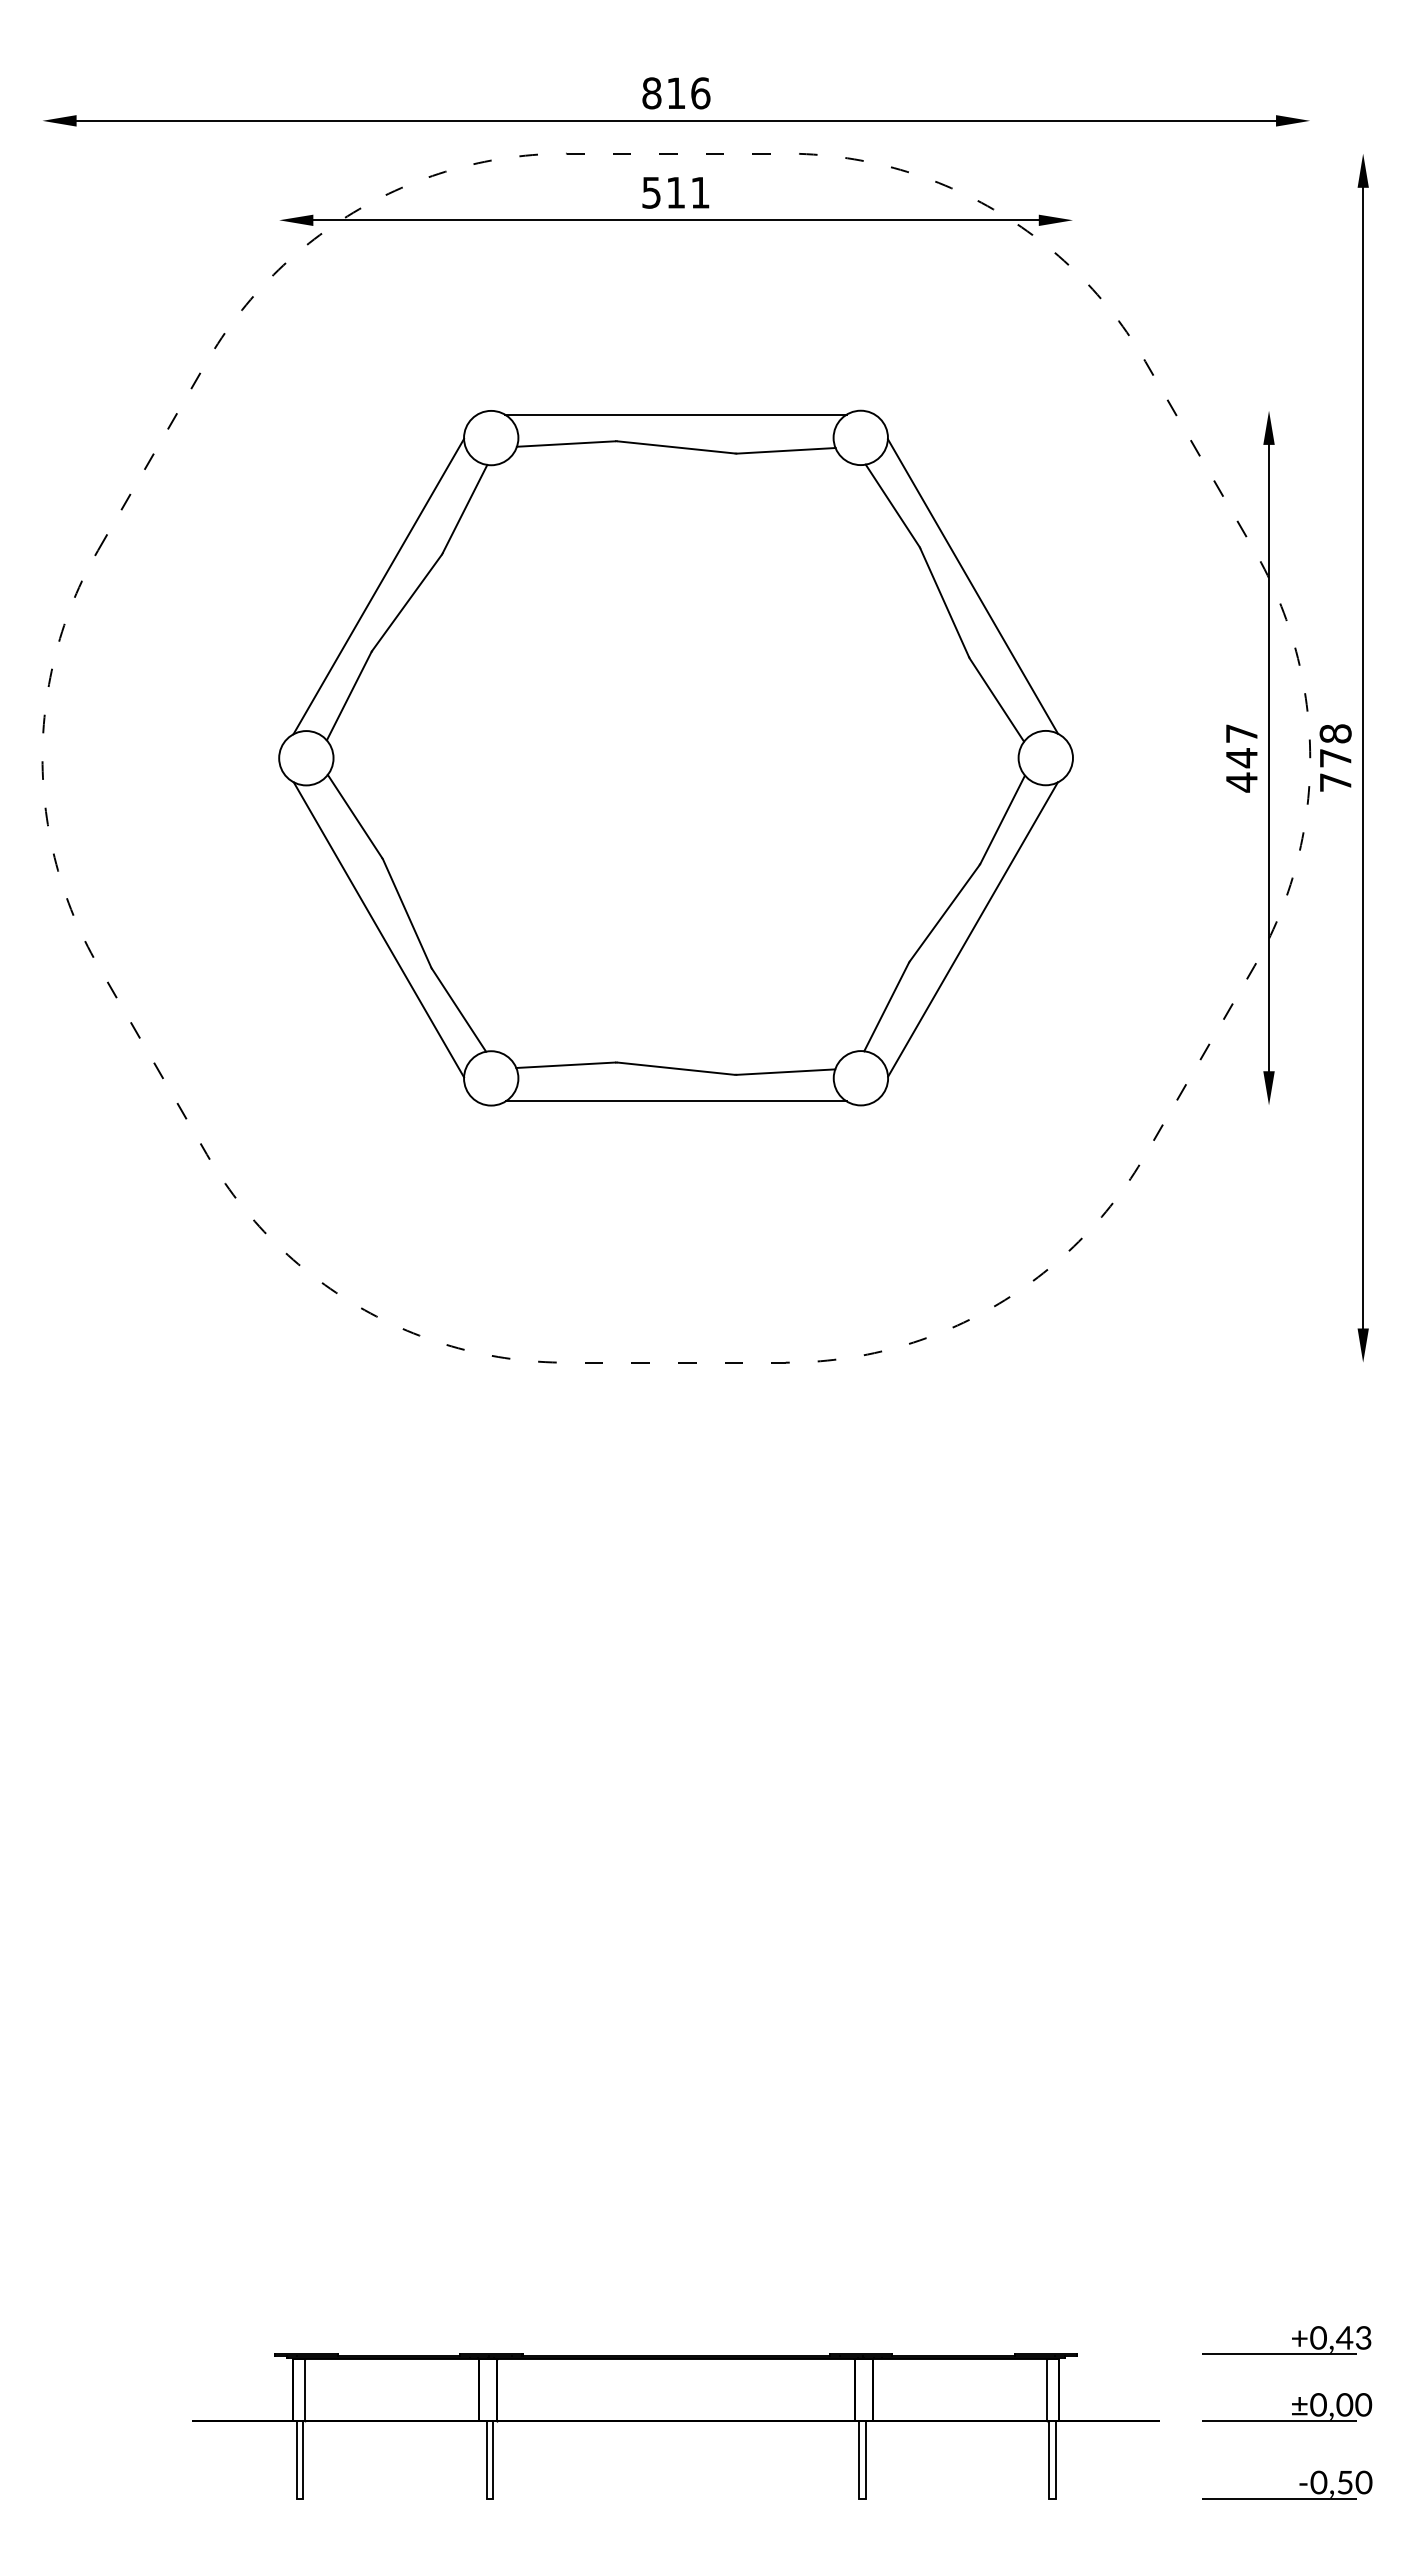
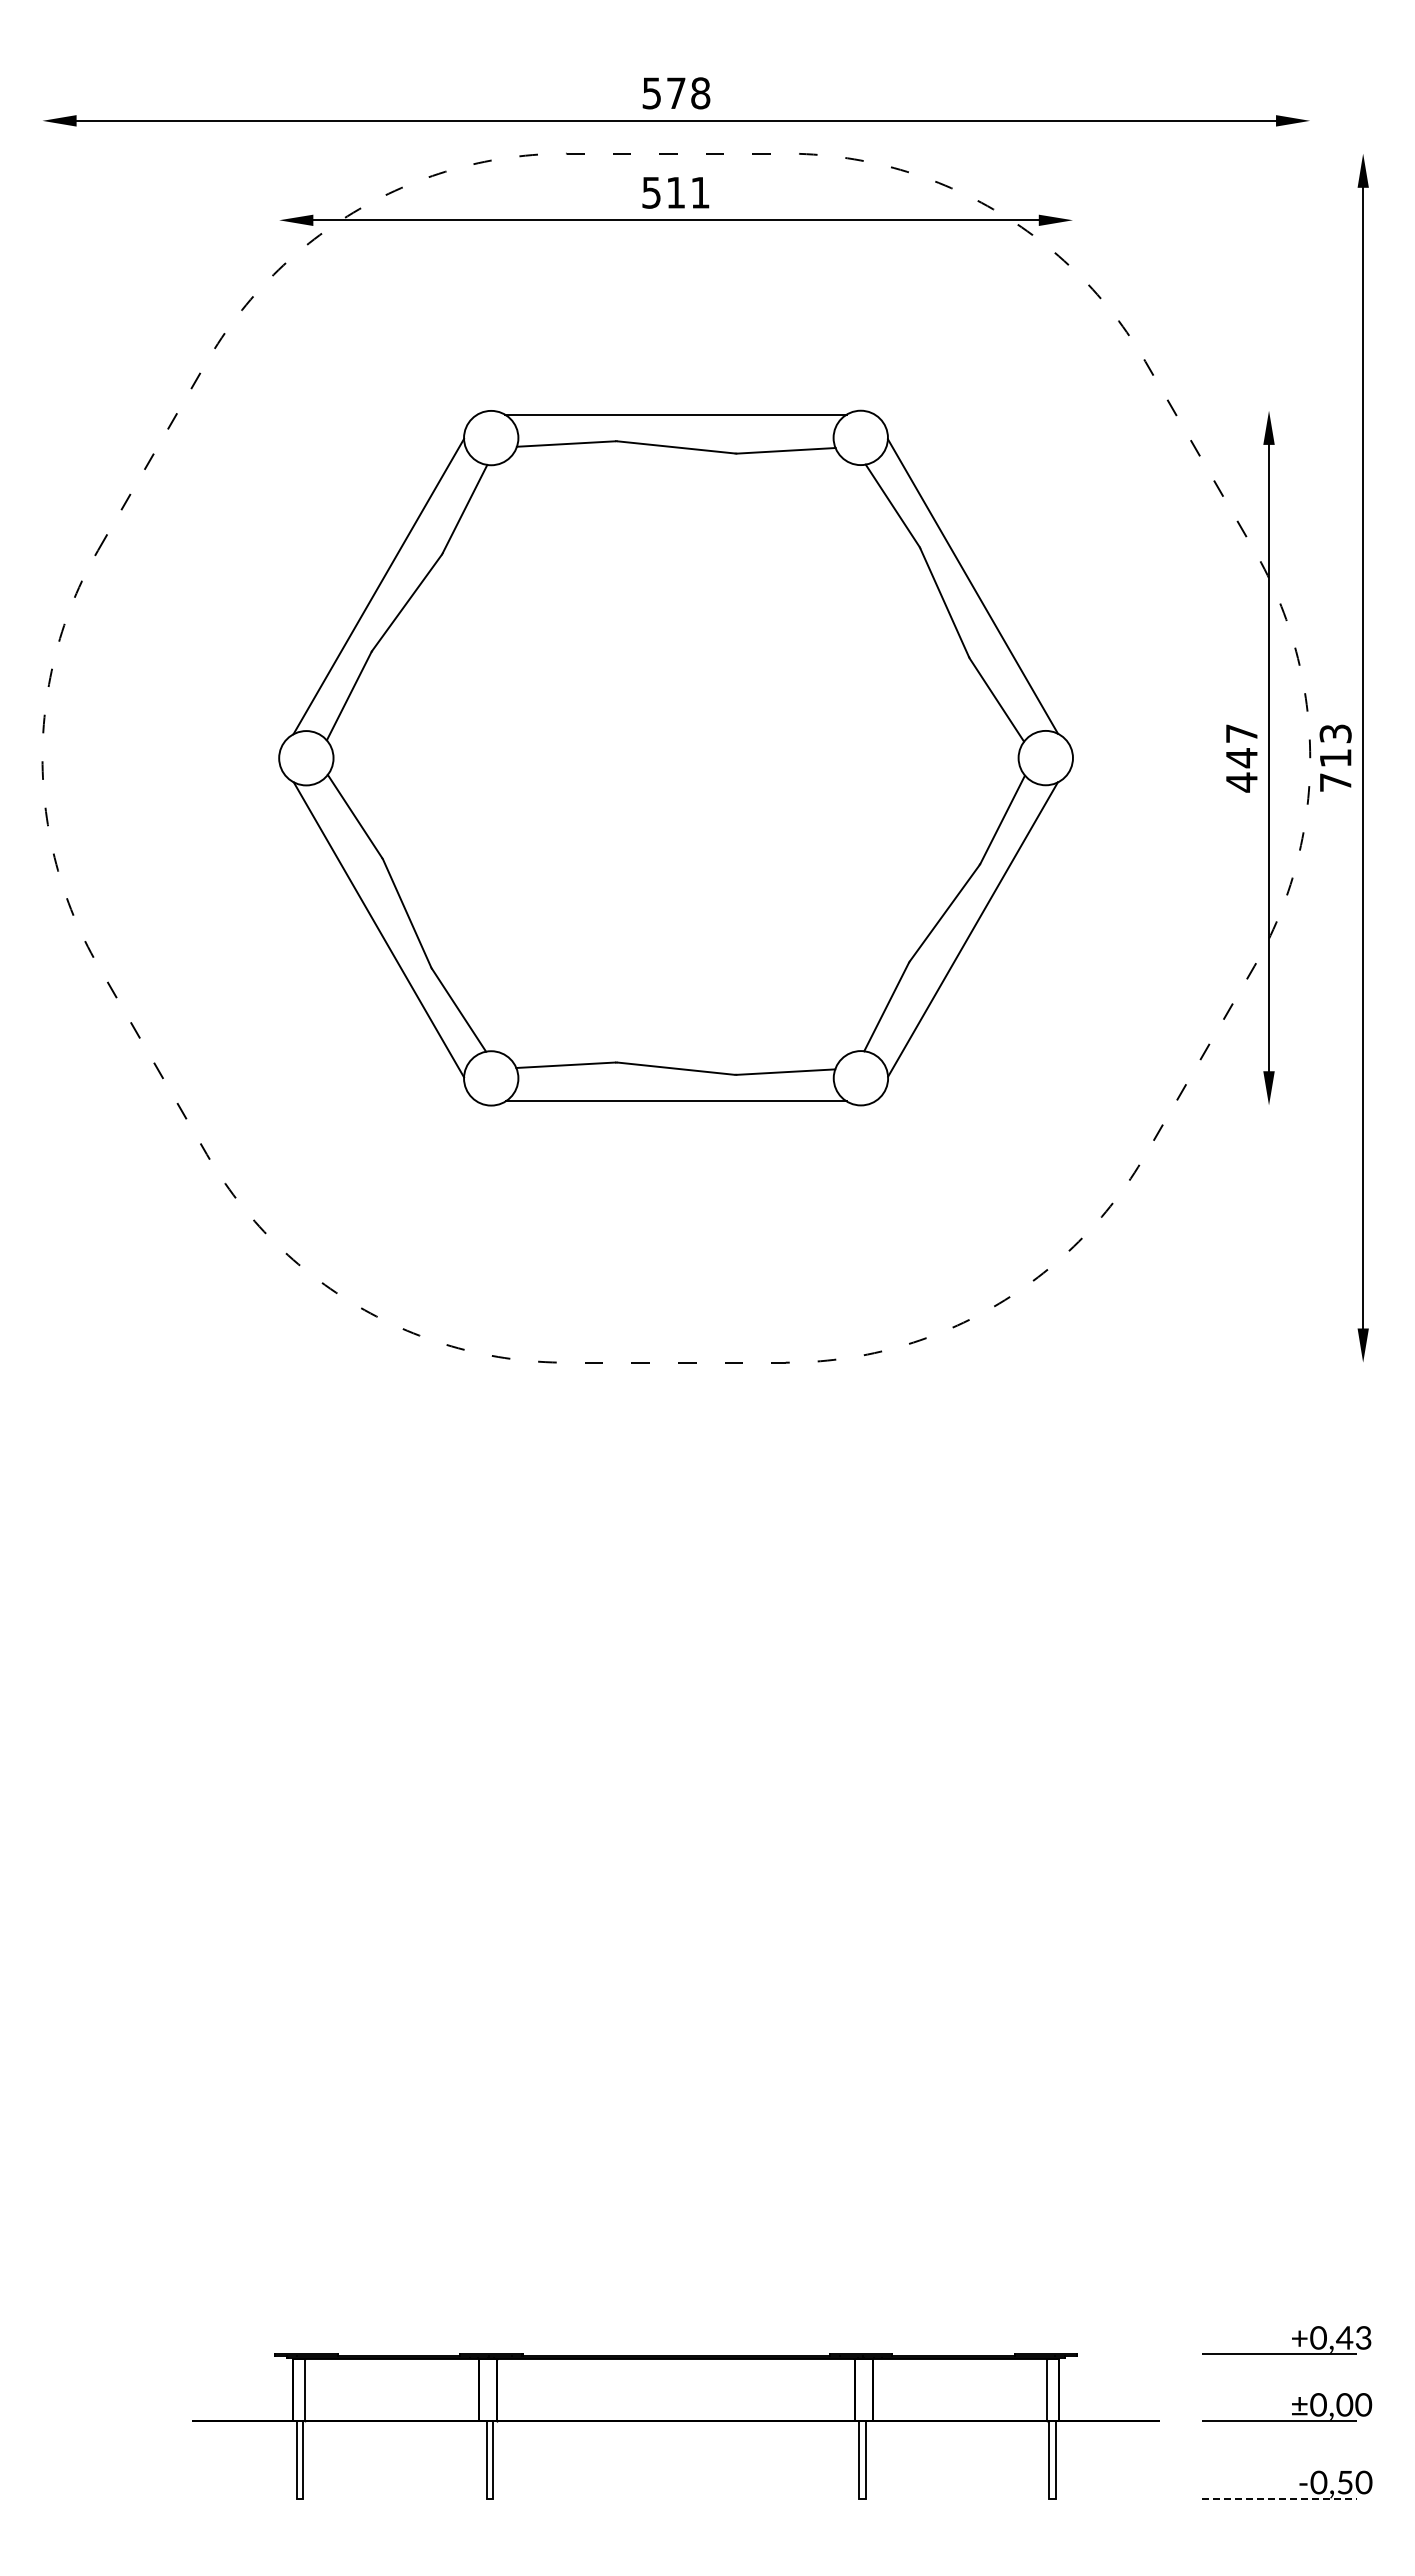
text at (676, 93): 816 -> 578
text at (1335, 745): 778 -> 713
line at (1279, 2498): solid -> dashed
